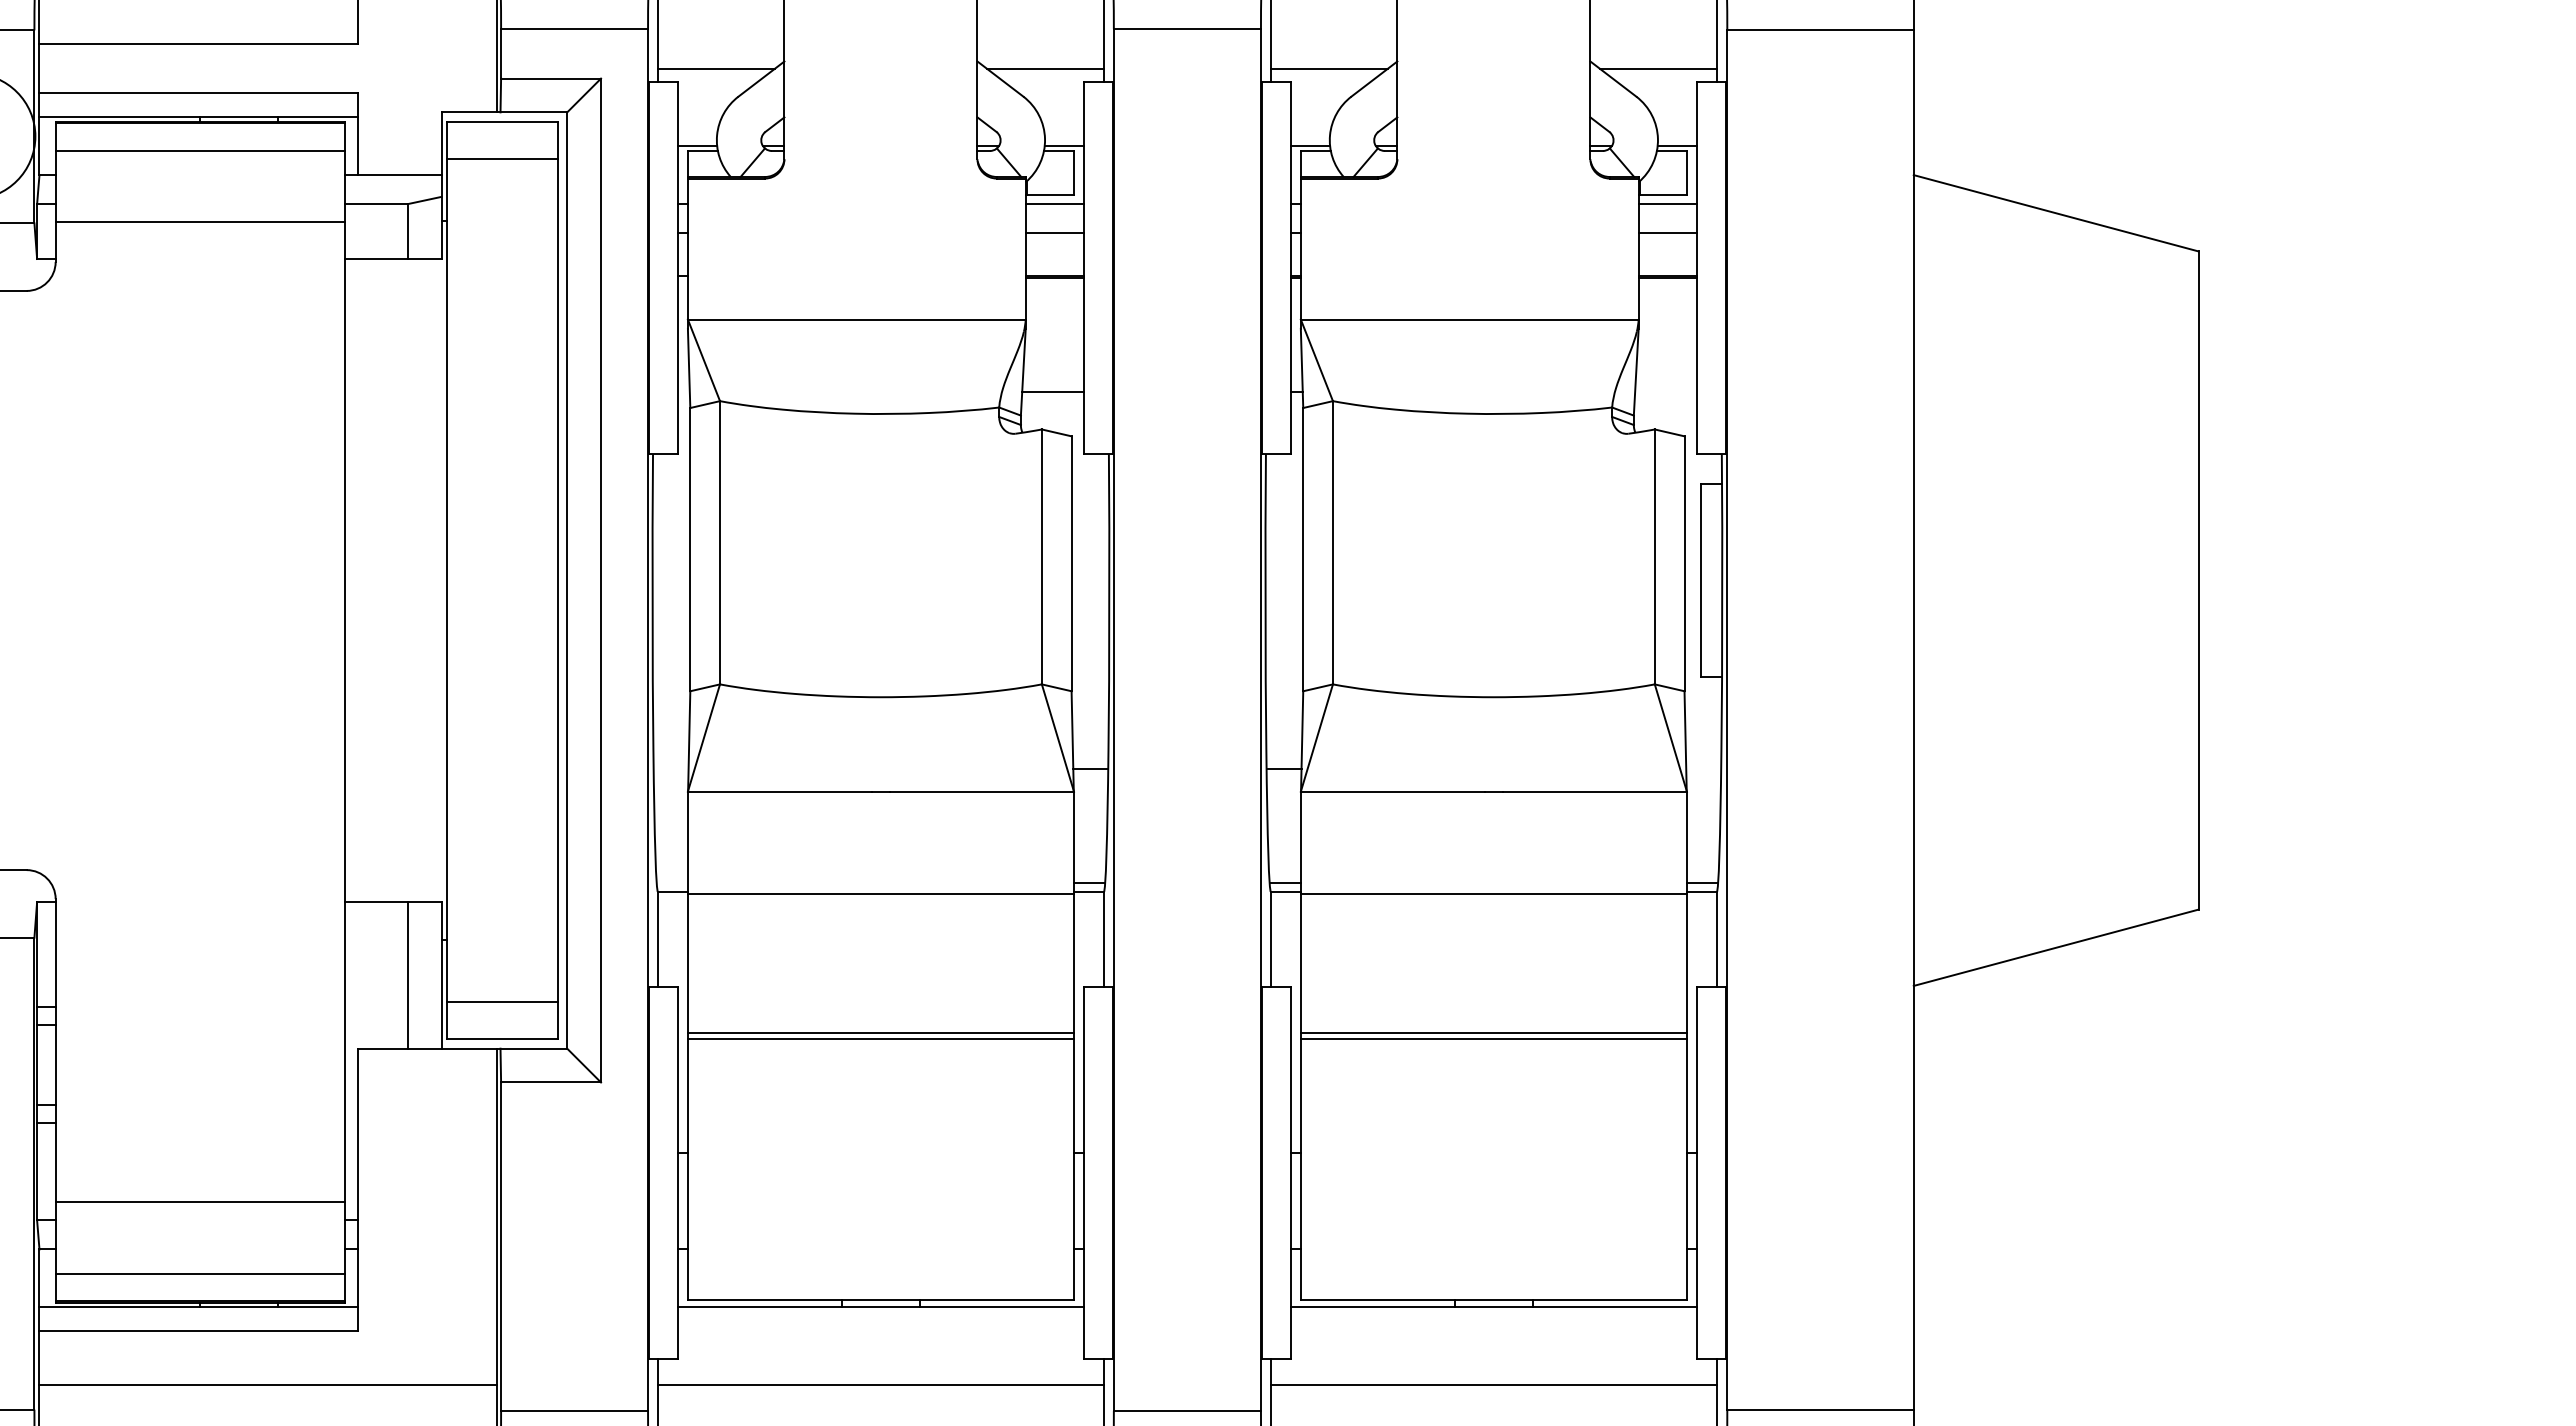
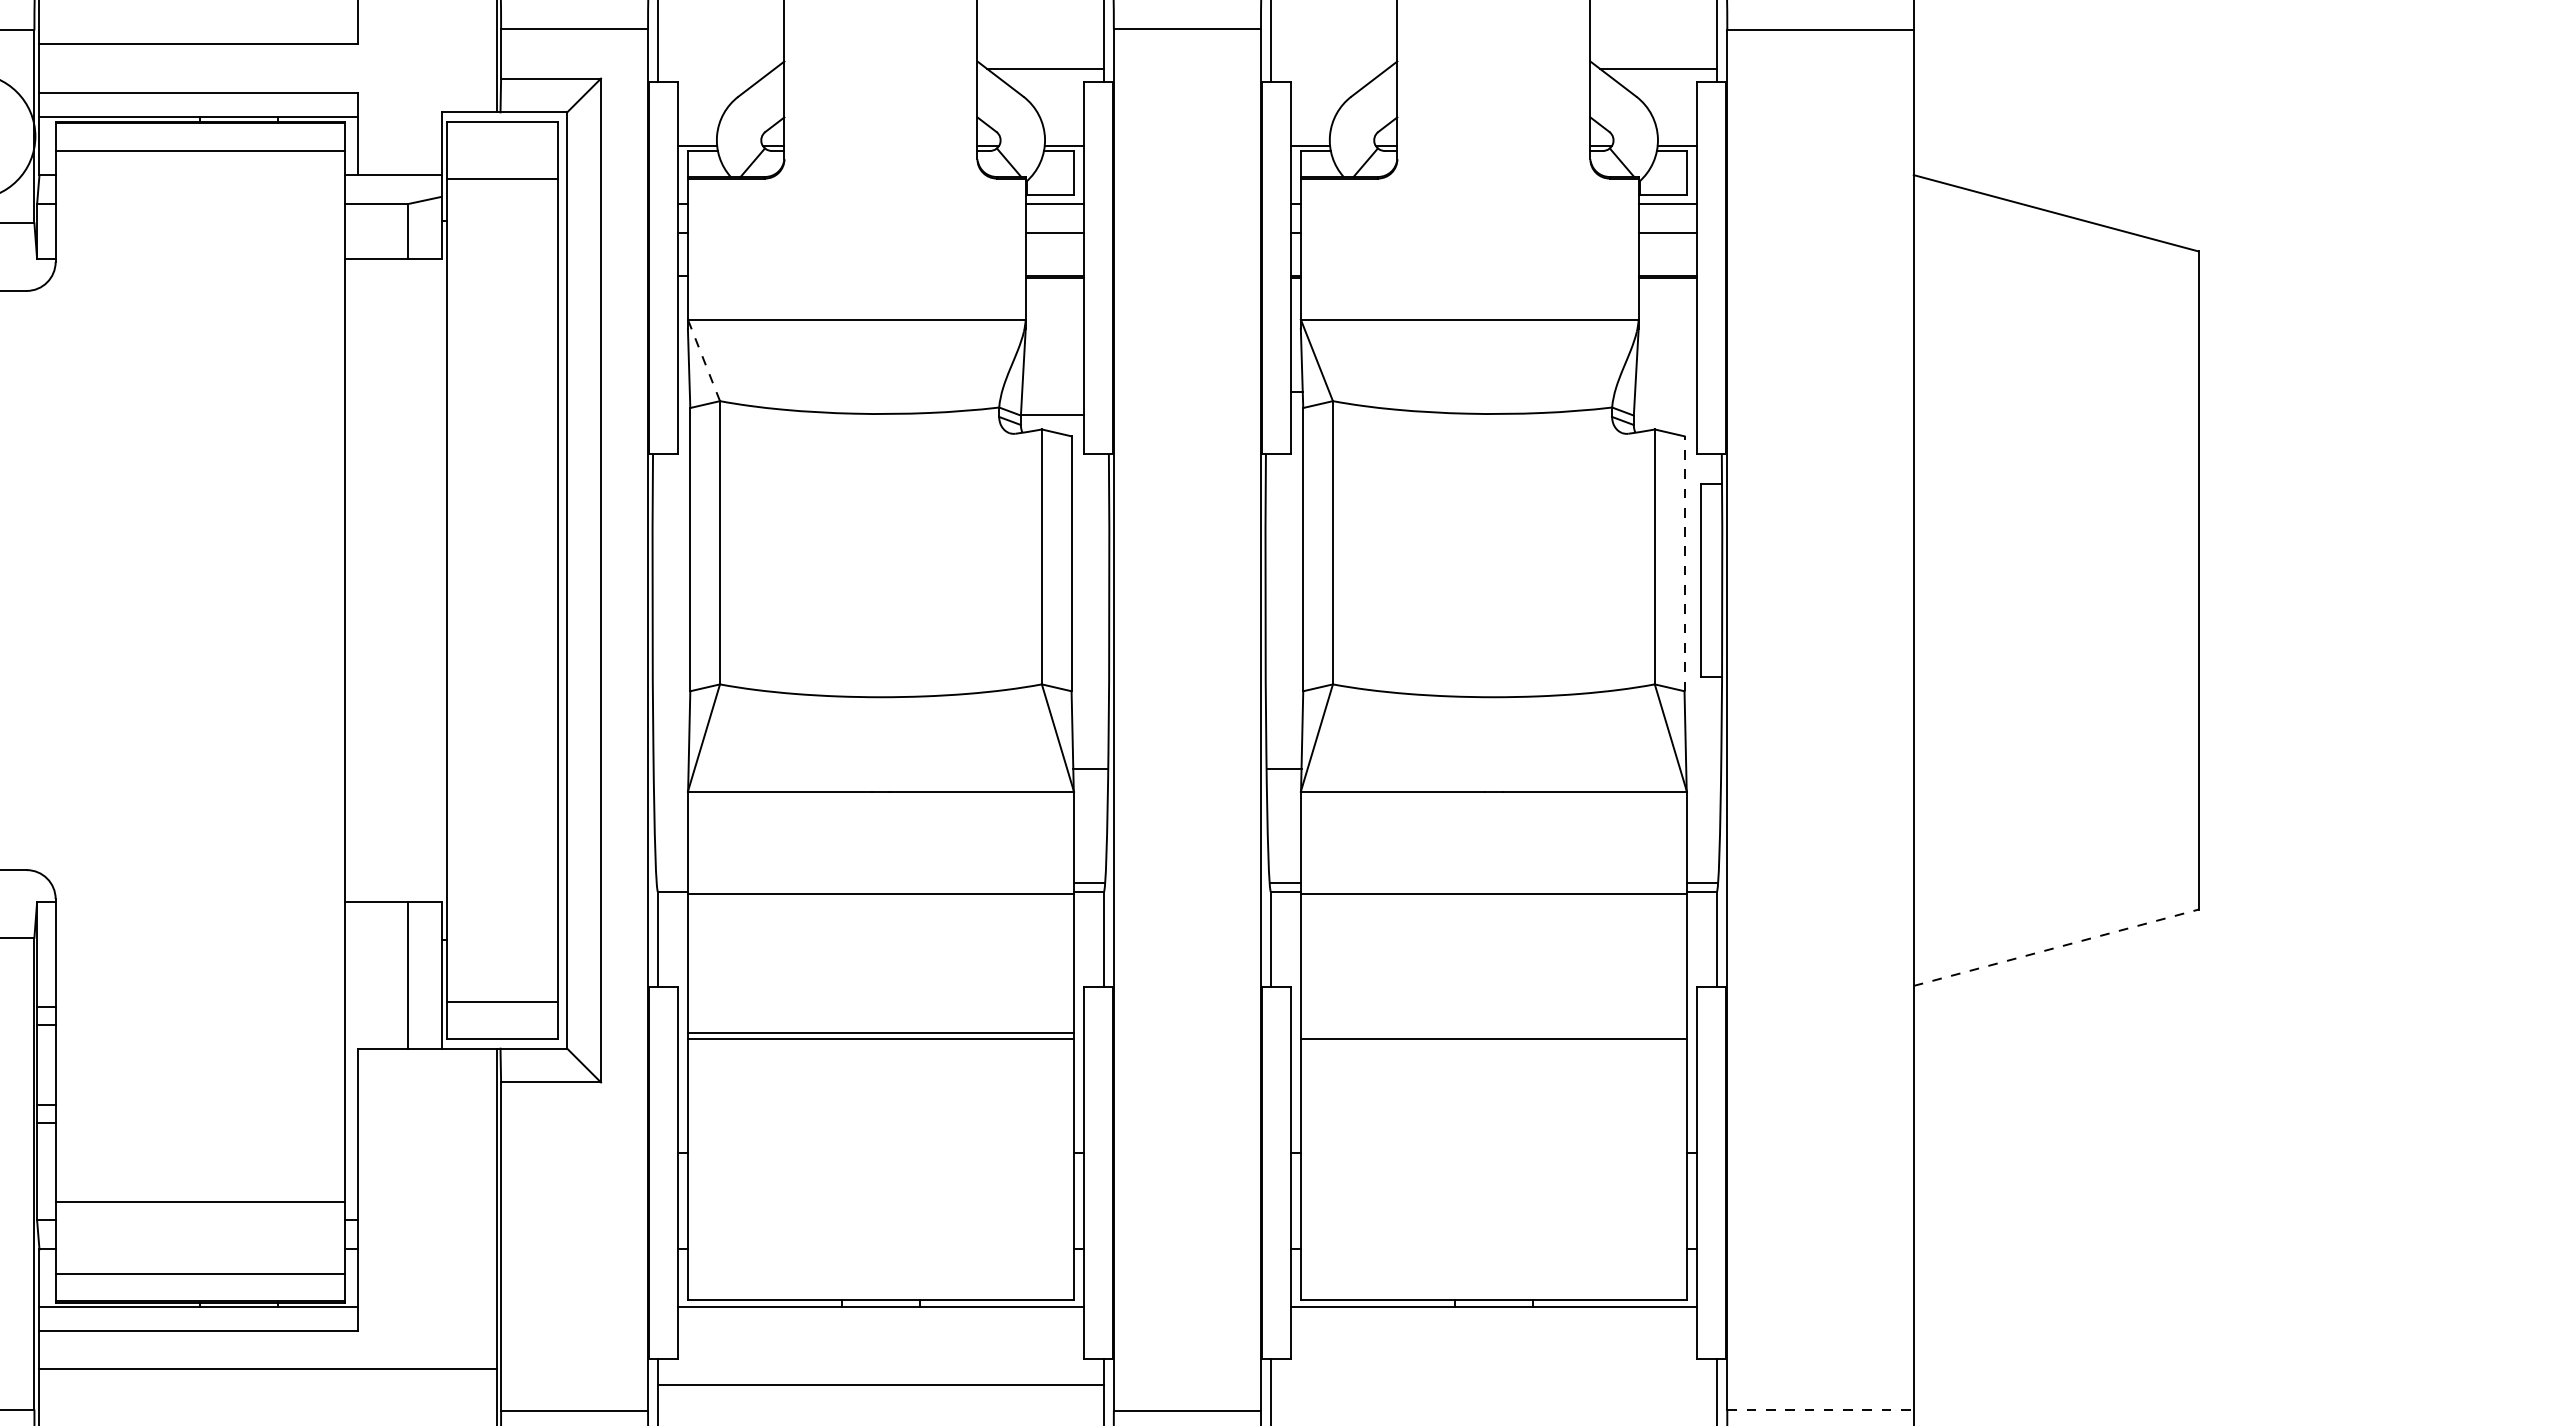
line at (715, 68): present -> none
line at (1328, 68): present -> none
line at (501, 159) position: (501, 159) -> (501, 179)
line at (200, 222): present -> none
line at (703, 360): solid -> dashed
line at (1052, 392) position: (1052, 392) -> (1052, 415)
line at (1684, 563): solid -> dashed
line at (2056, 947): solid -> dashed
line at (1493, 1033): present -> none
line at (267, 1384) position: (267, 1384) -> (267, 1368)
line at (1493, 1384): present -> none
line at (1821, 1409): solid -> dashed
